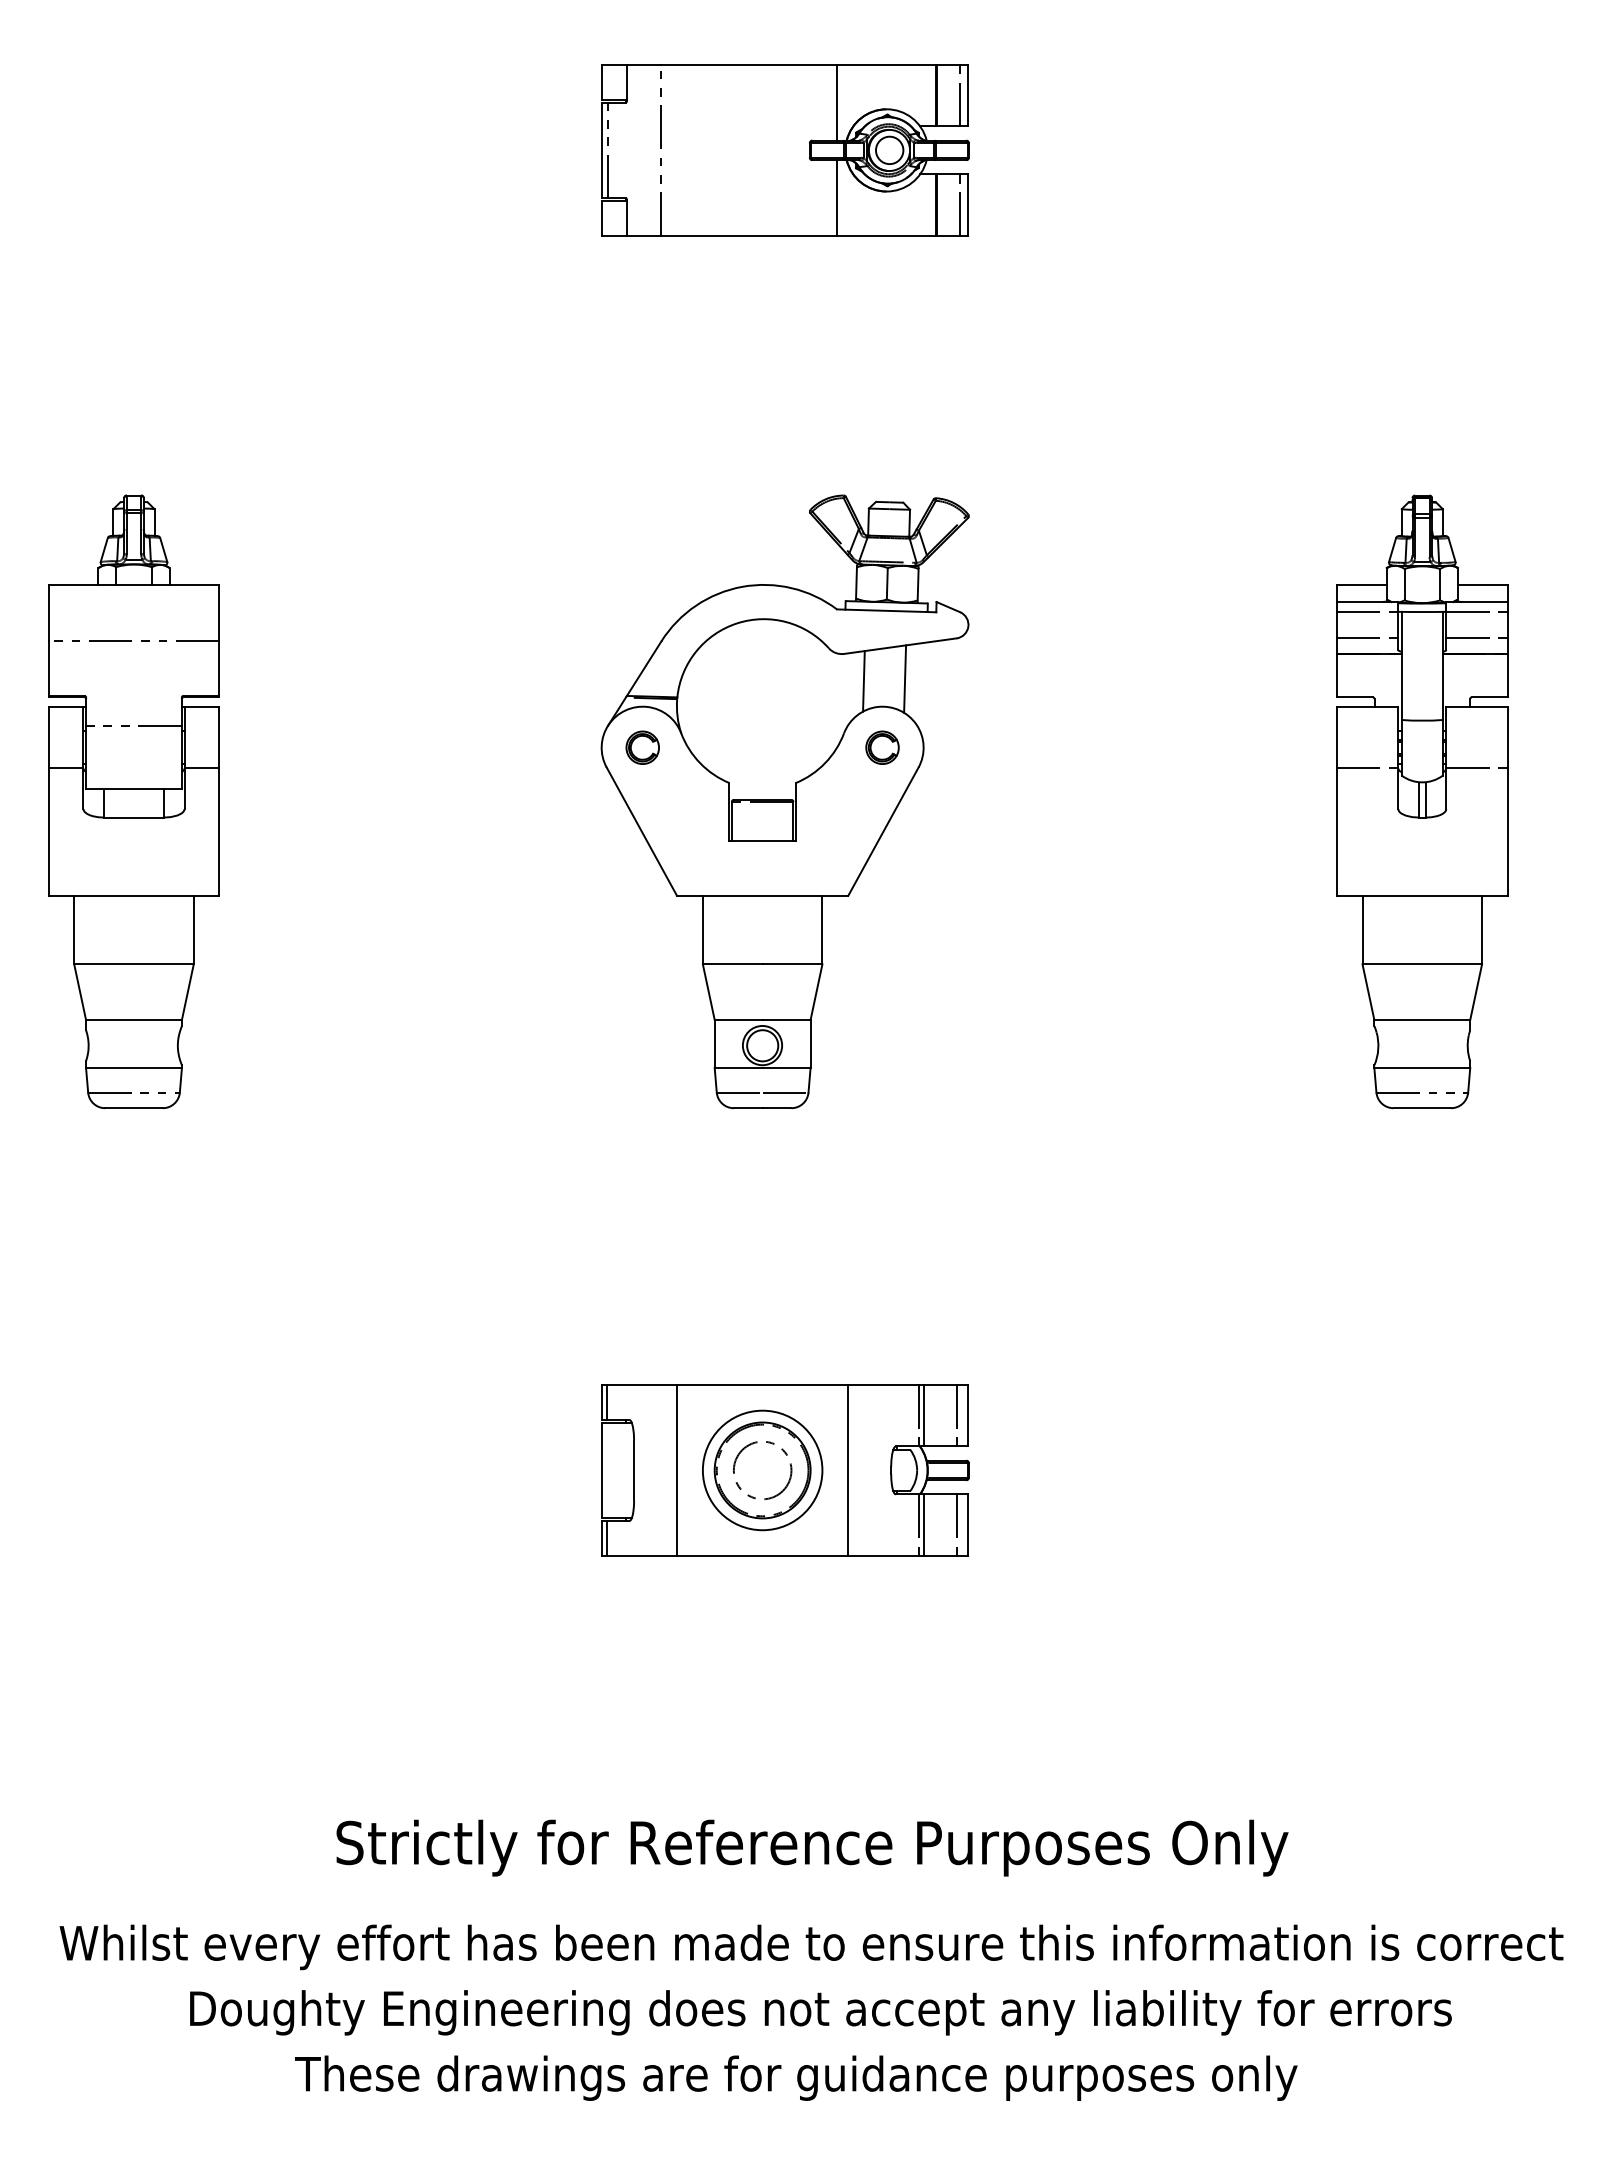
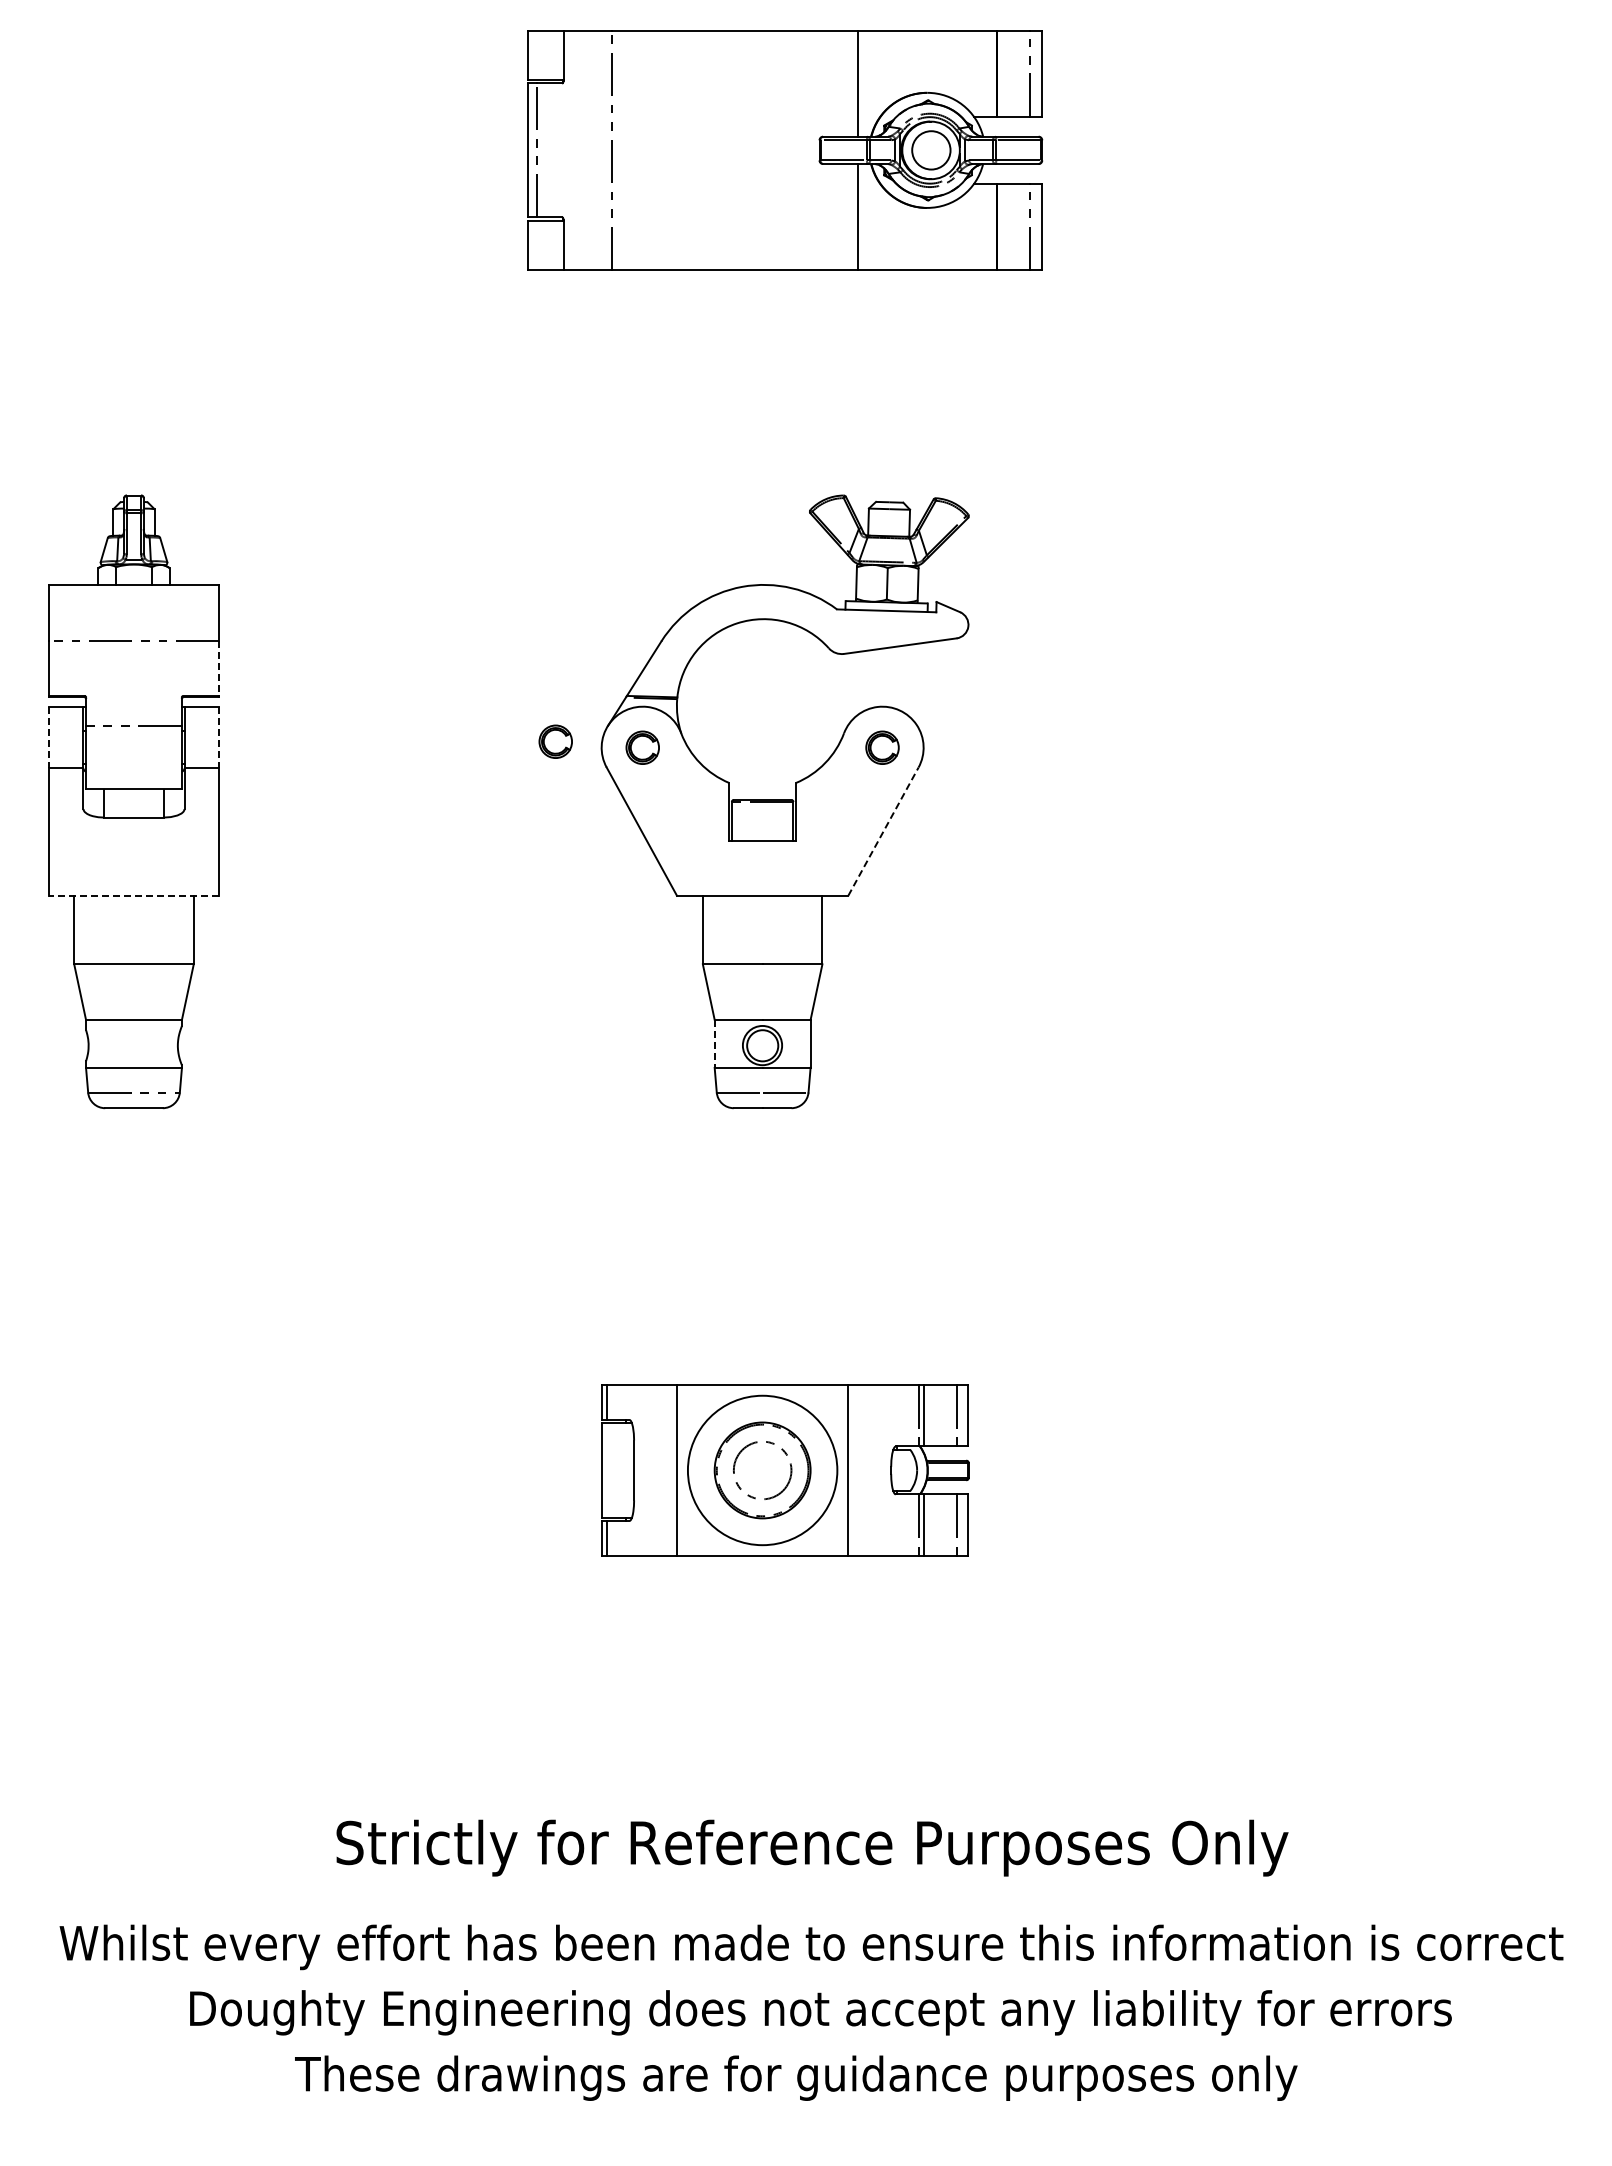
part at (785, 150) size: 369x173 px -> 517x241 px
line at (219, 669): solid -> dashed
line at (905, 678): present -> none
line at (863, 681): present -> none
line at (48, 737): solid -> dashed
line at (219, 737): solid -> dashed
part at (555, 741): none -> present
part at (1422, 801): present -> none
line at (883, 831): solid -> dashed
line at (133, 895): solid -> dashed
line at (714, 1043): solid -> dashed
circle at (762, 1470) diameter: 120 px -> 149 px
